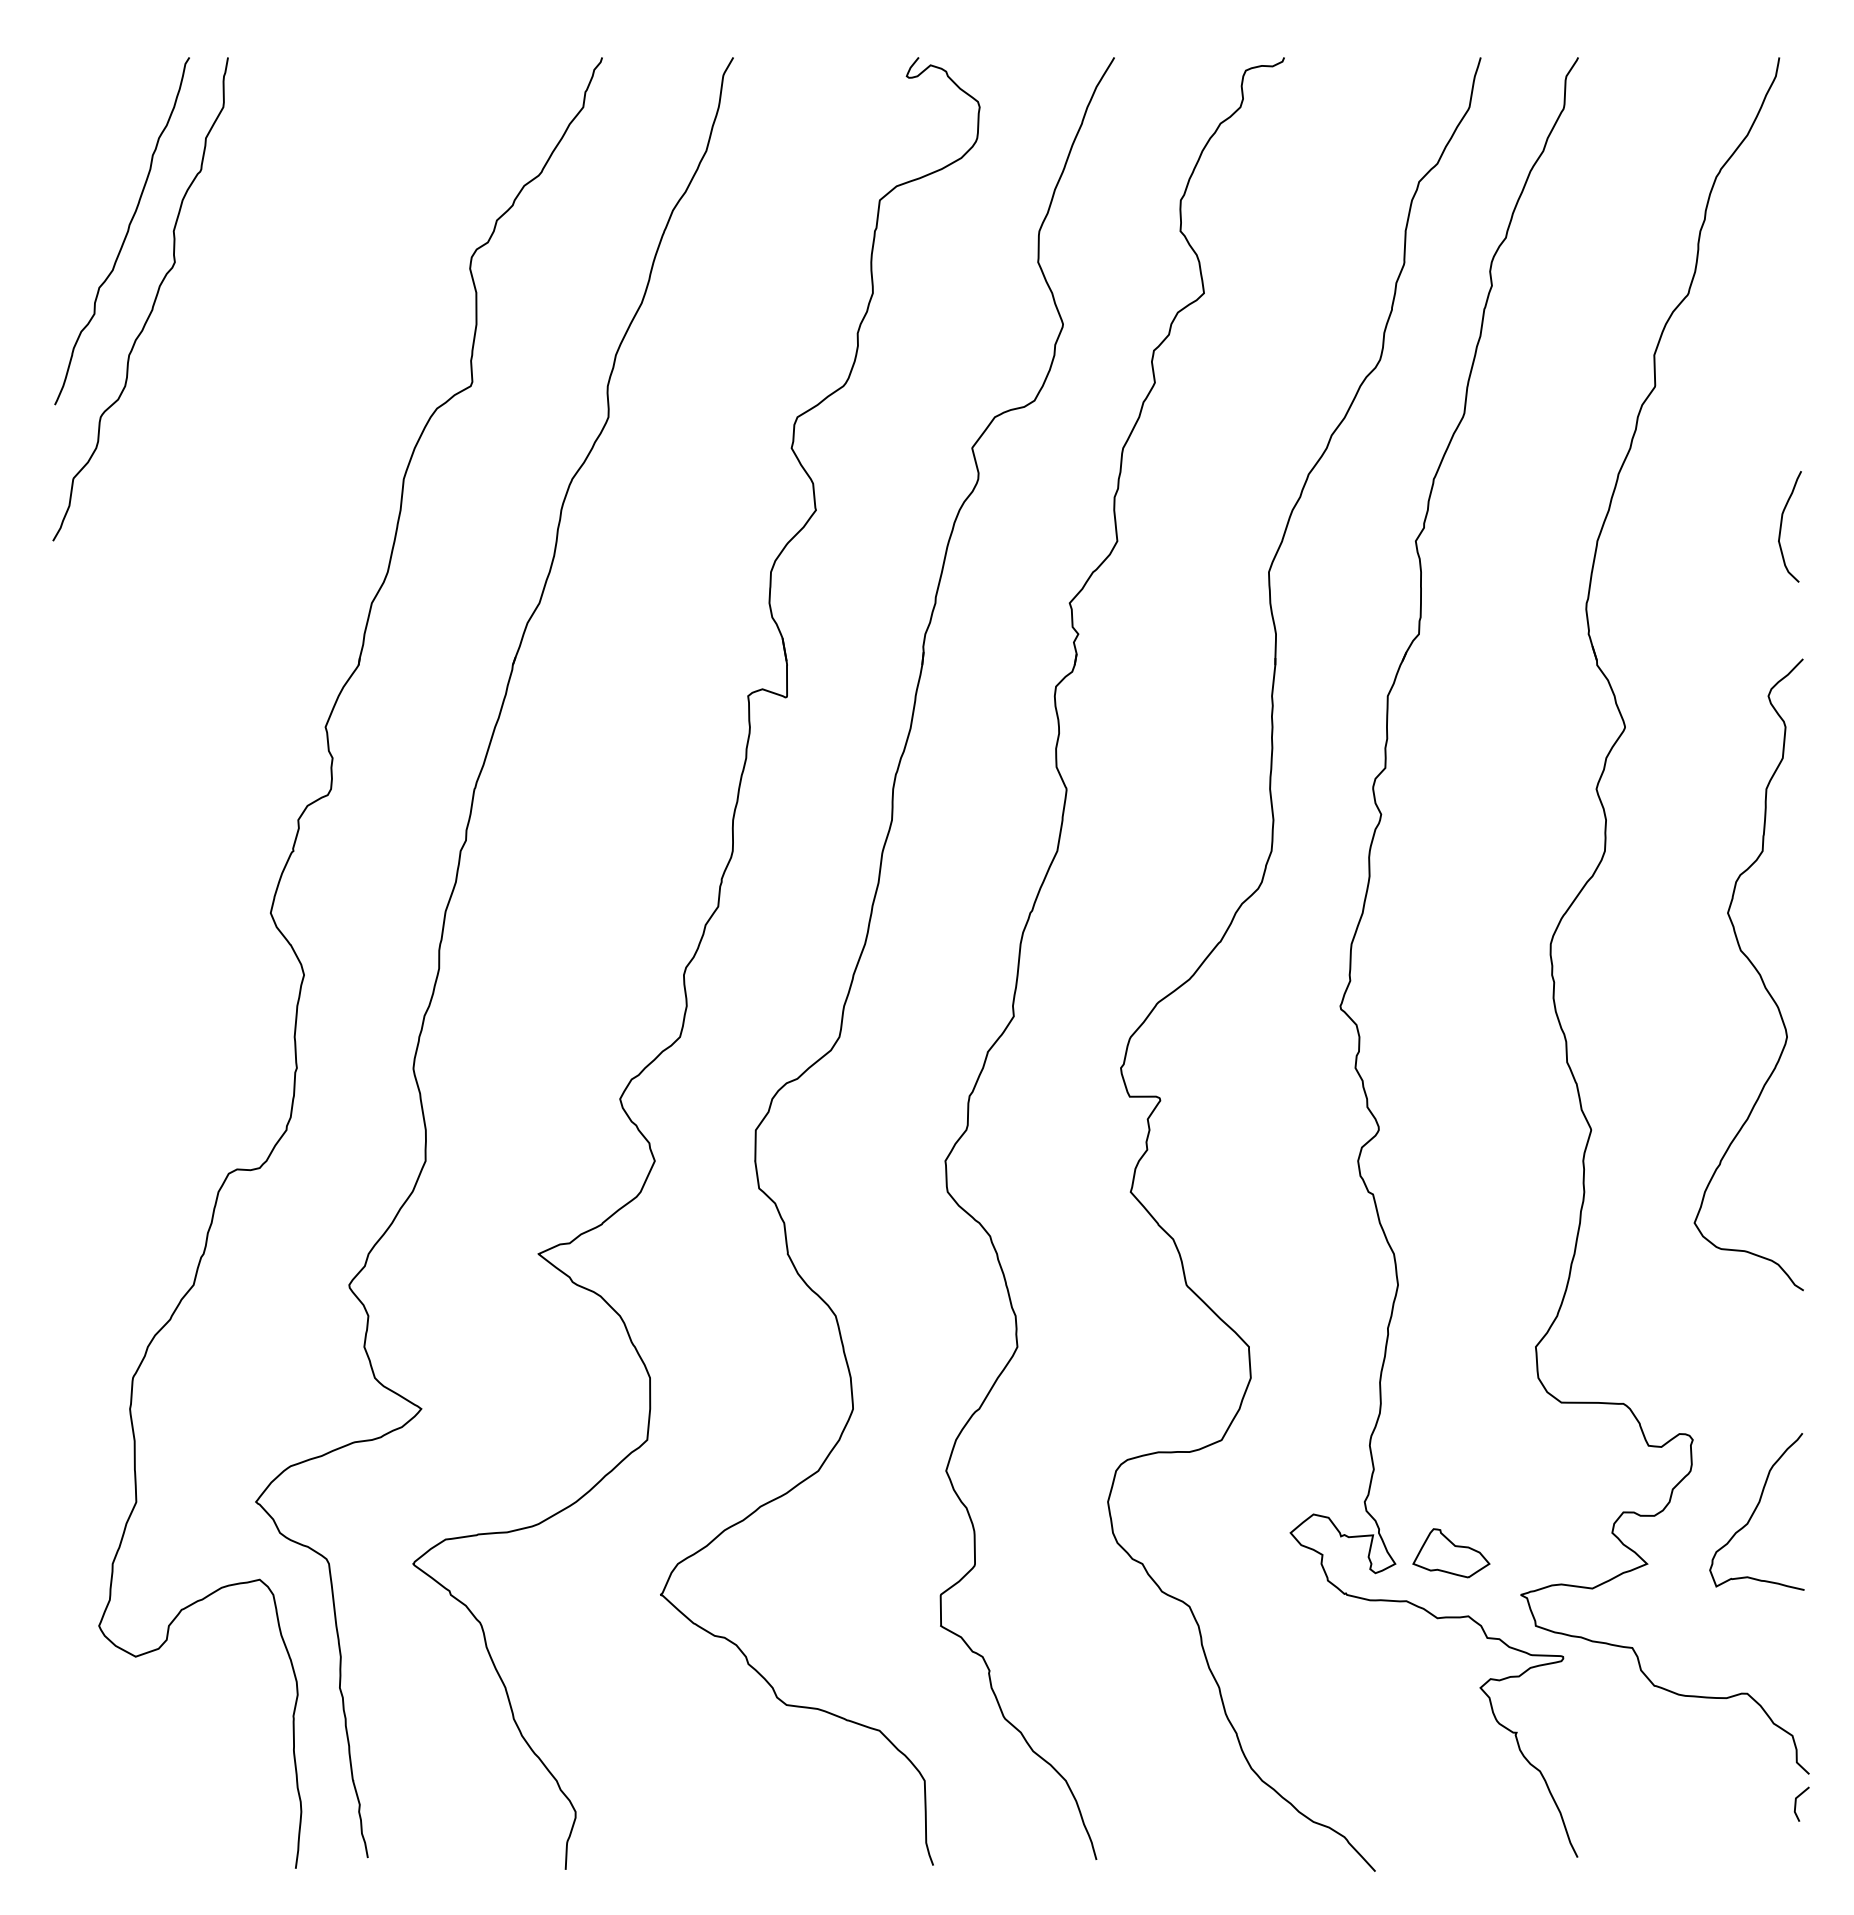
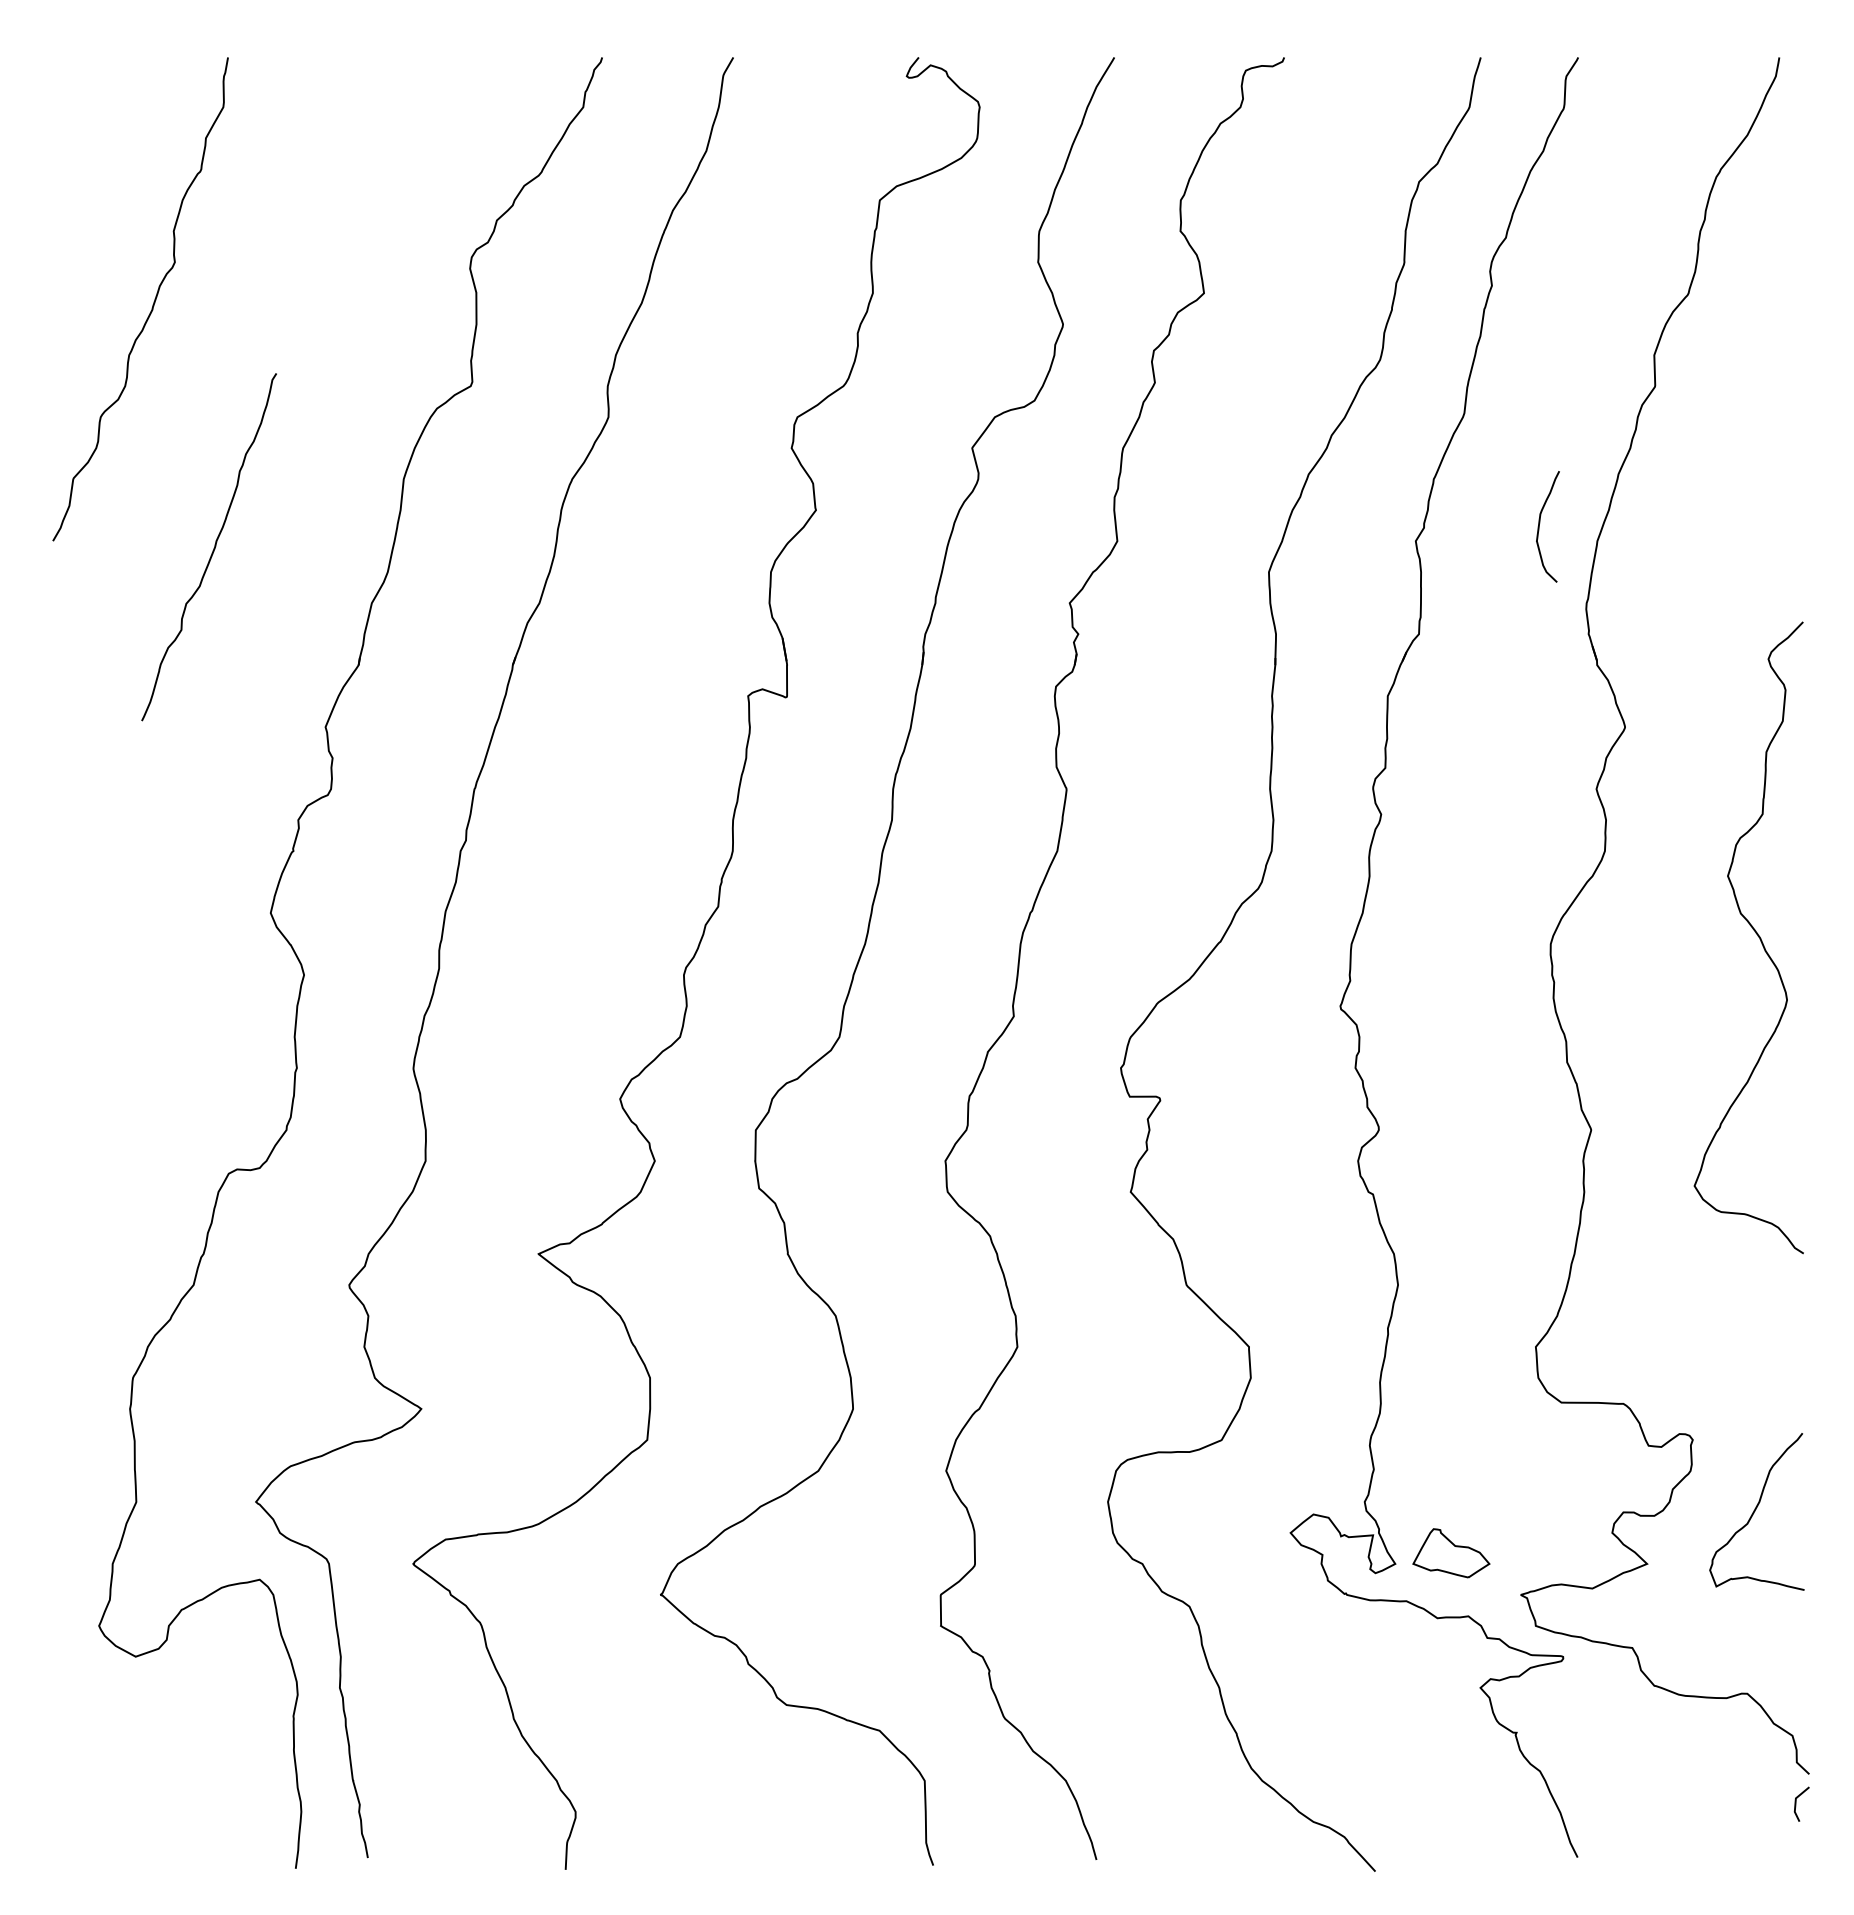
curve at (125, 234) position: (125, 234) -> (212, 550)
curve at (1782, 523) position: (1782, 523) -> (1540, 523)
curve at (1755, 970) position: (1755, 970) -> (1755, 933)
